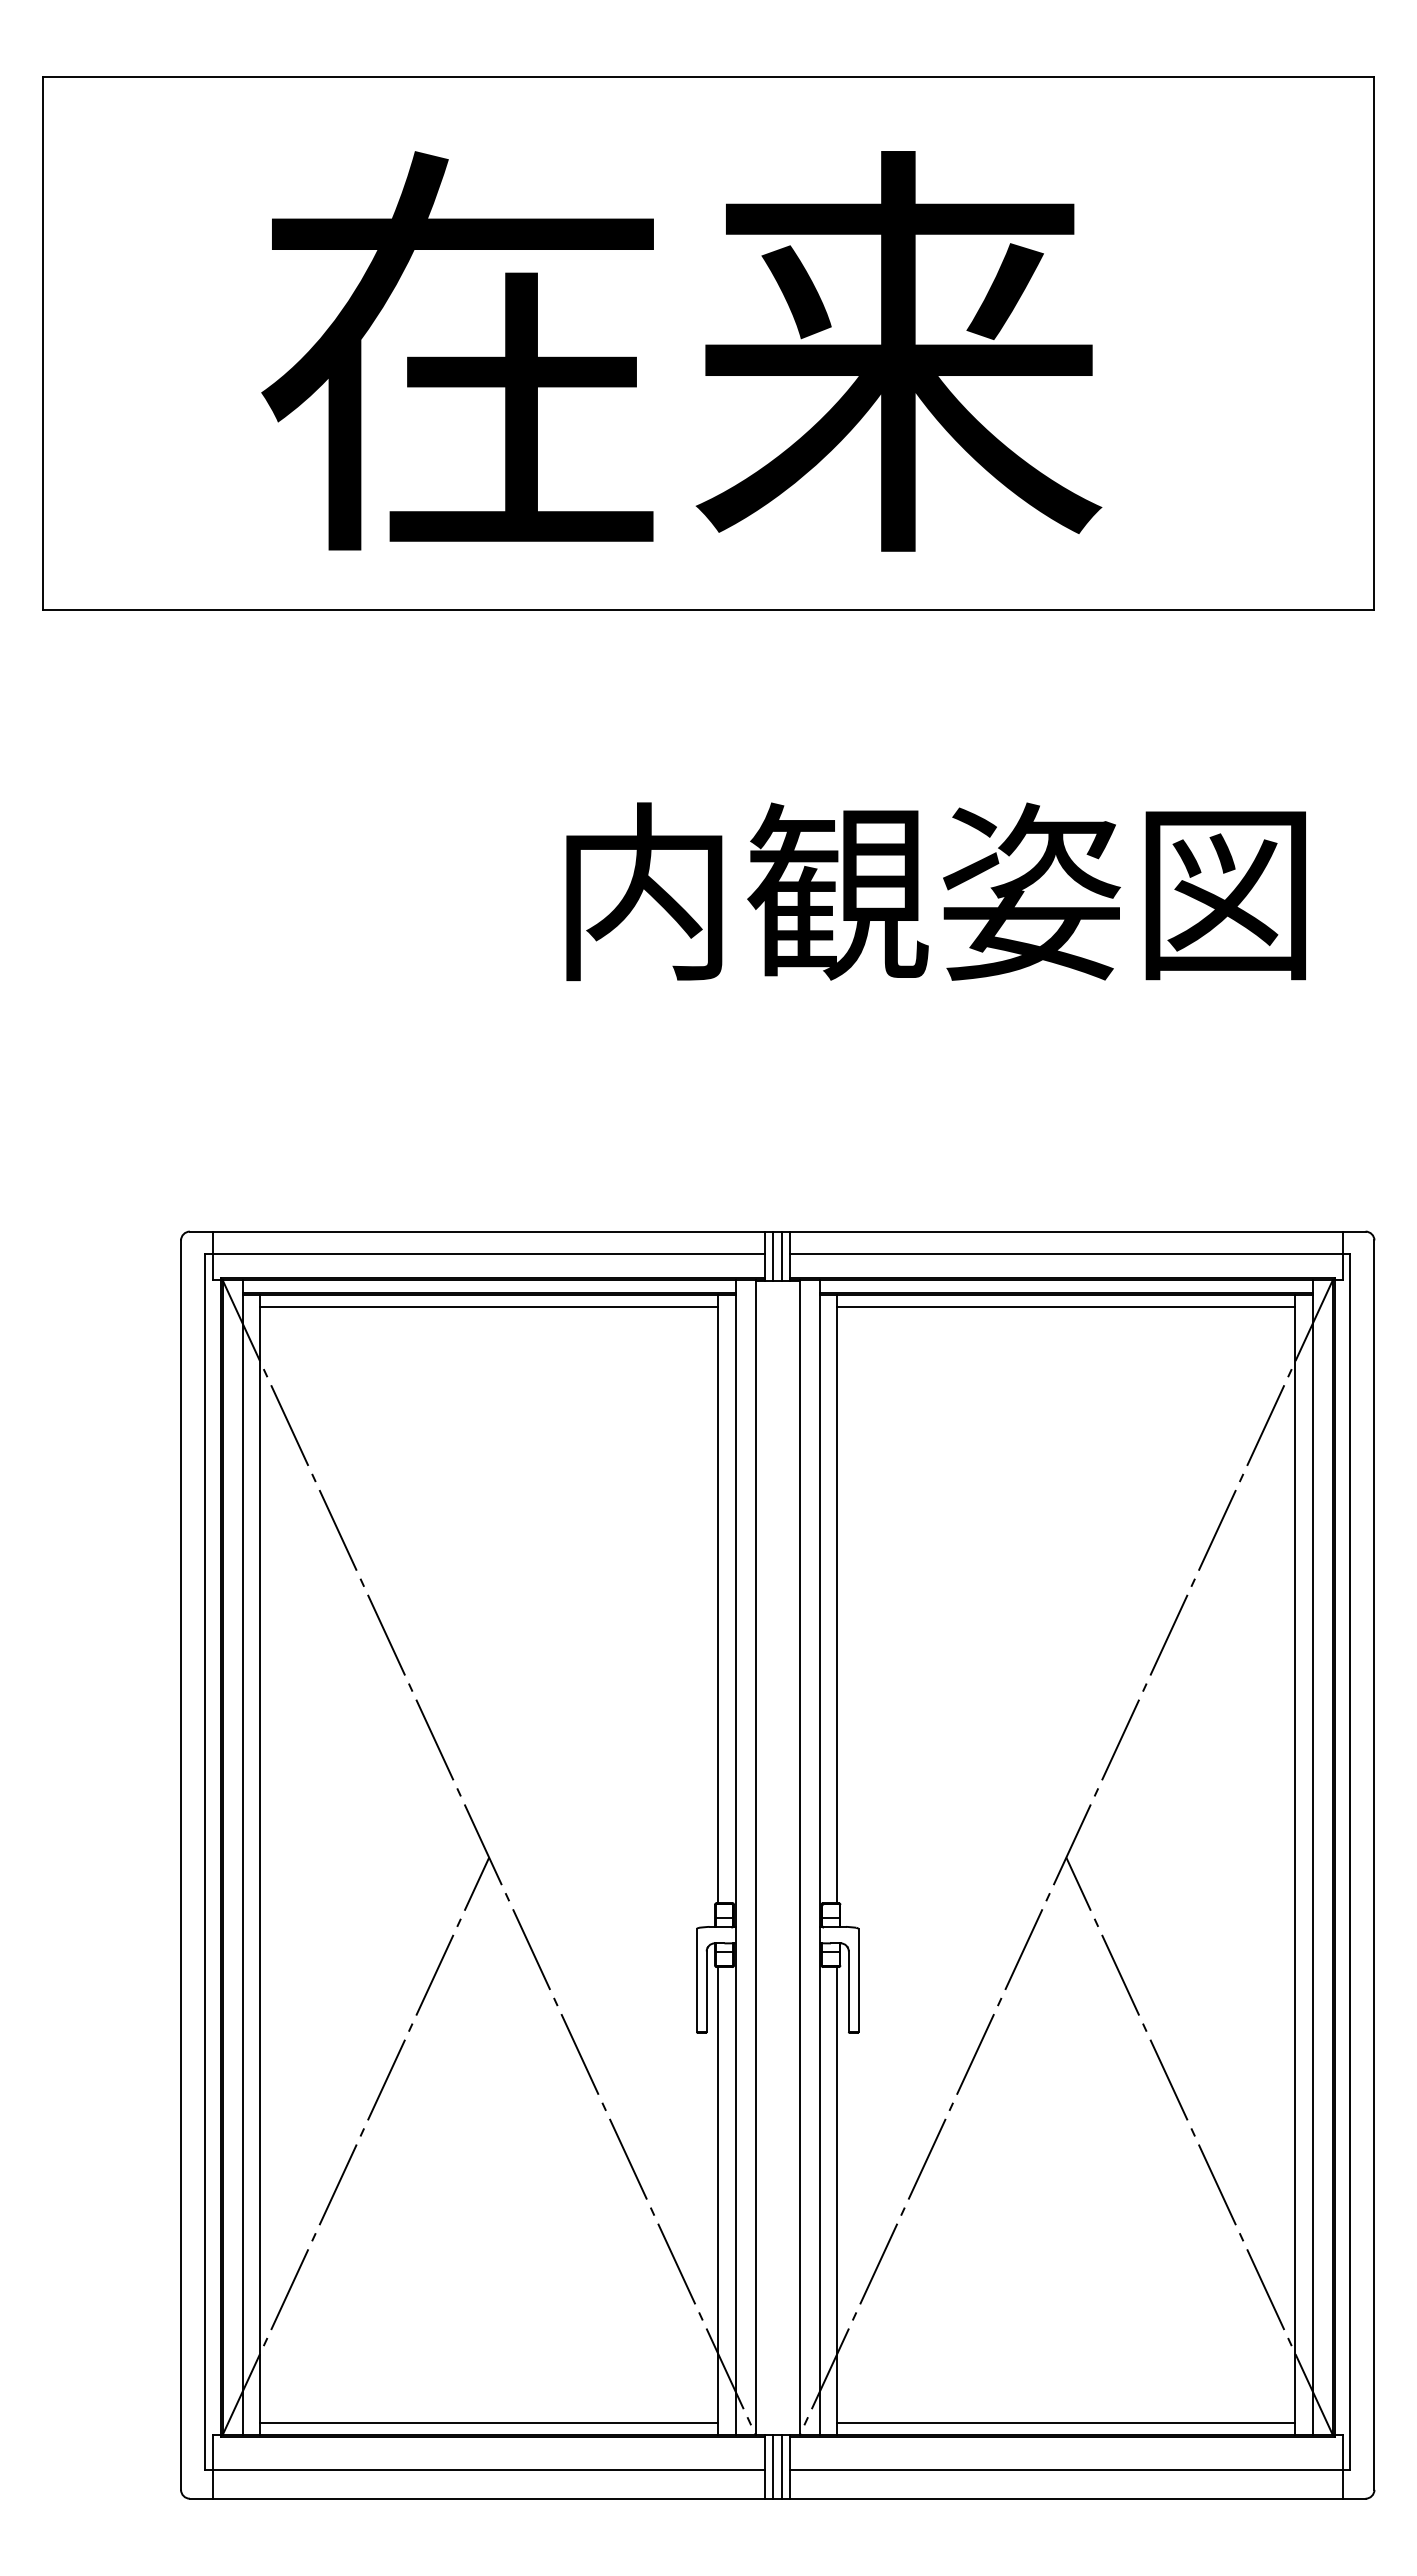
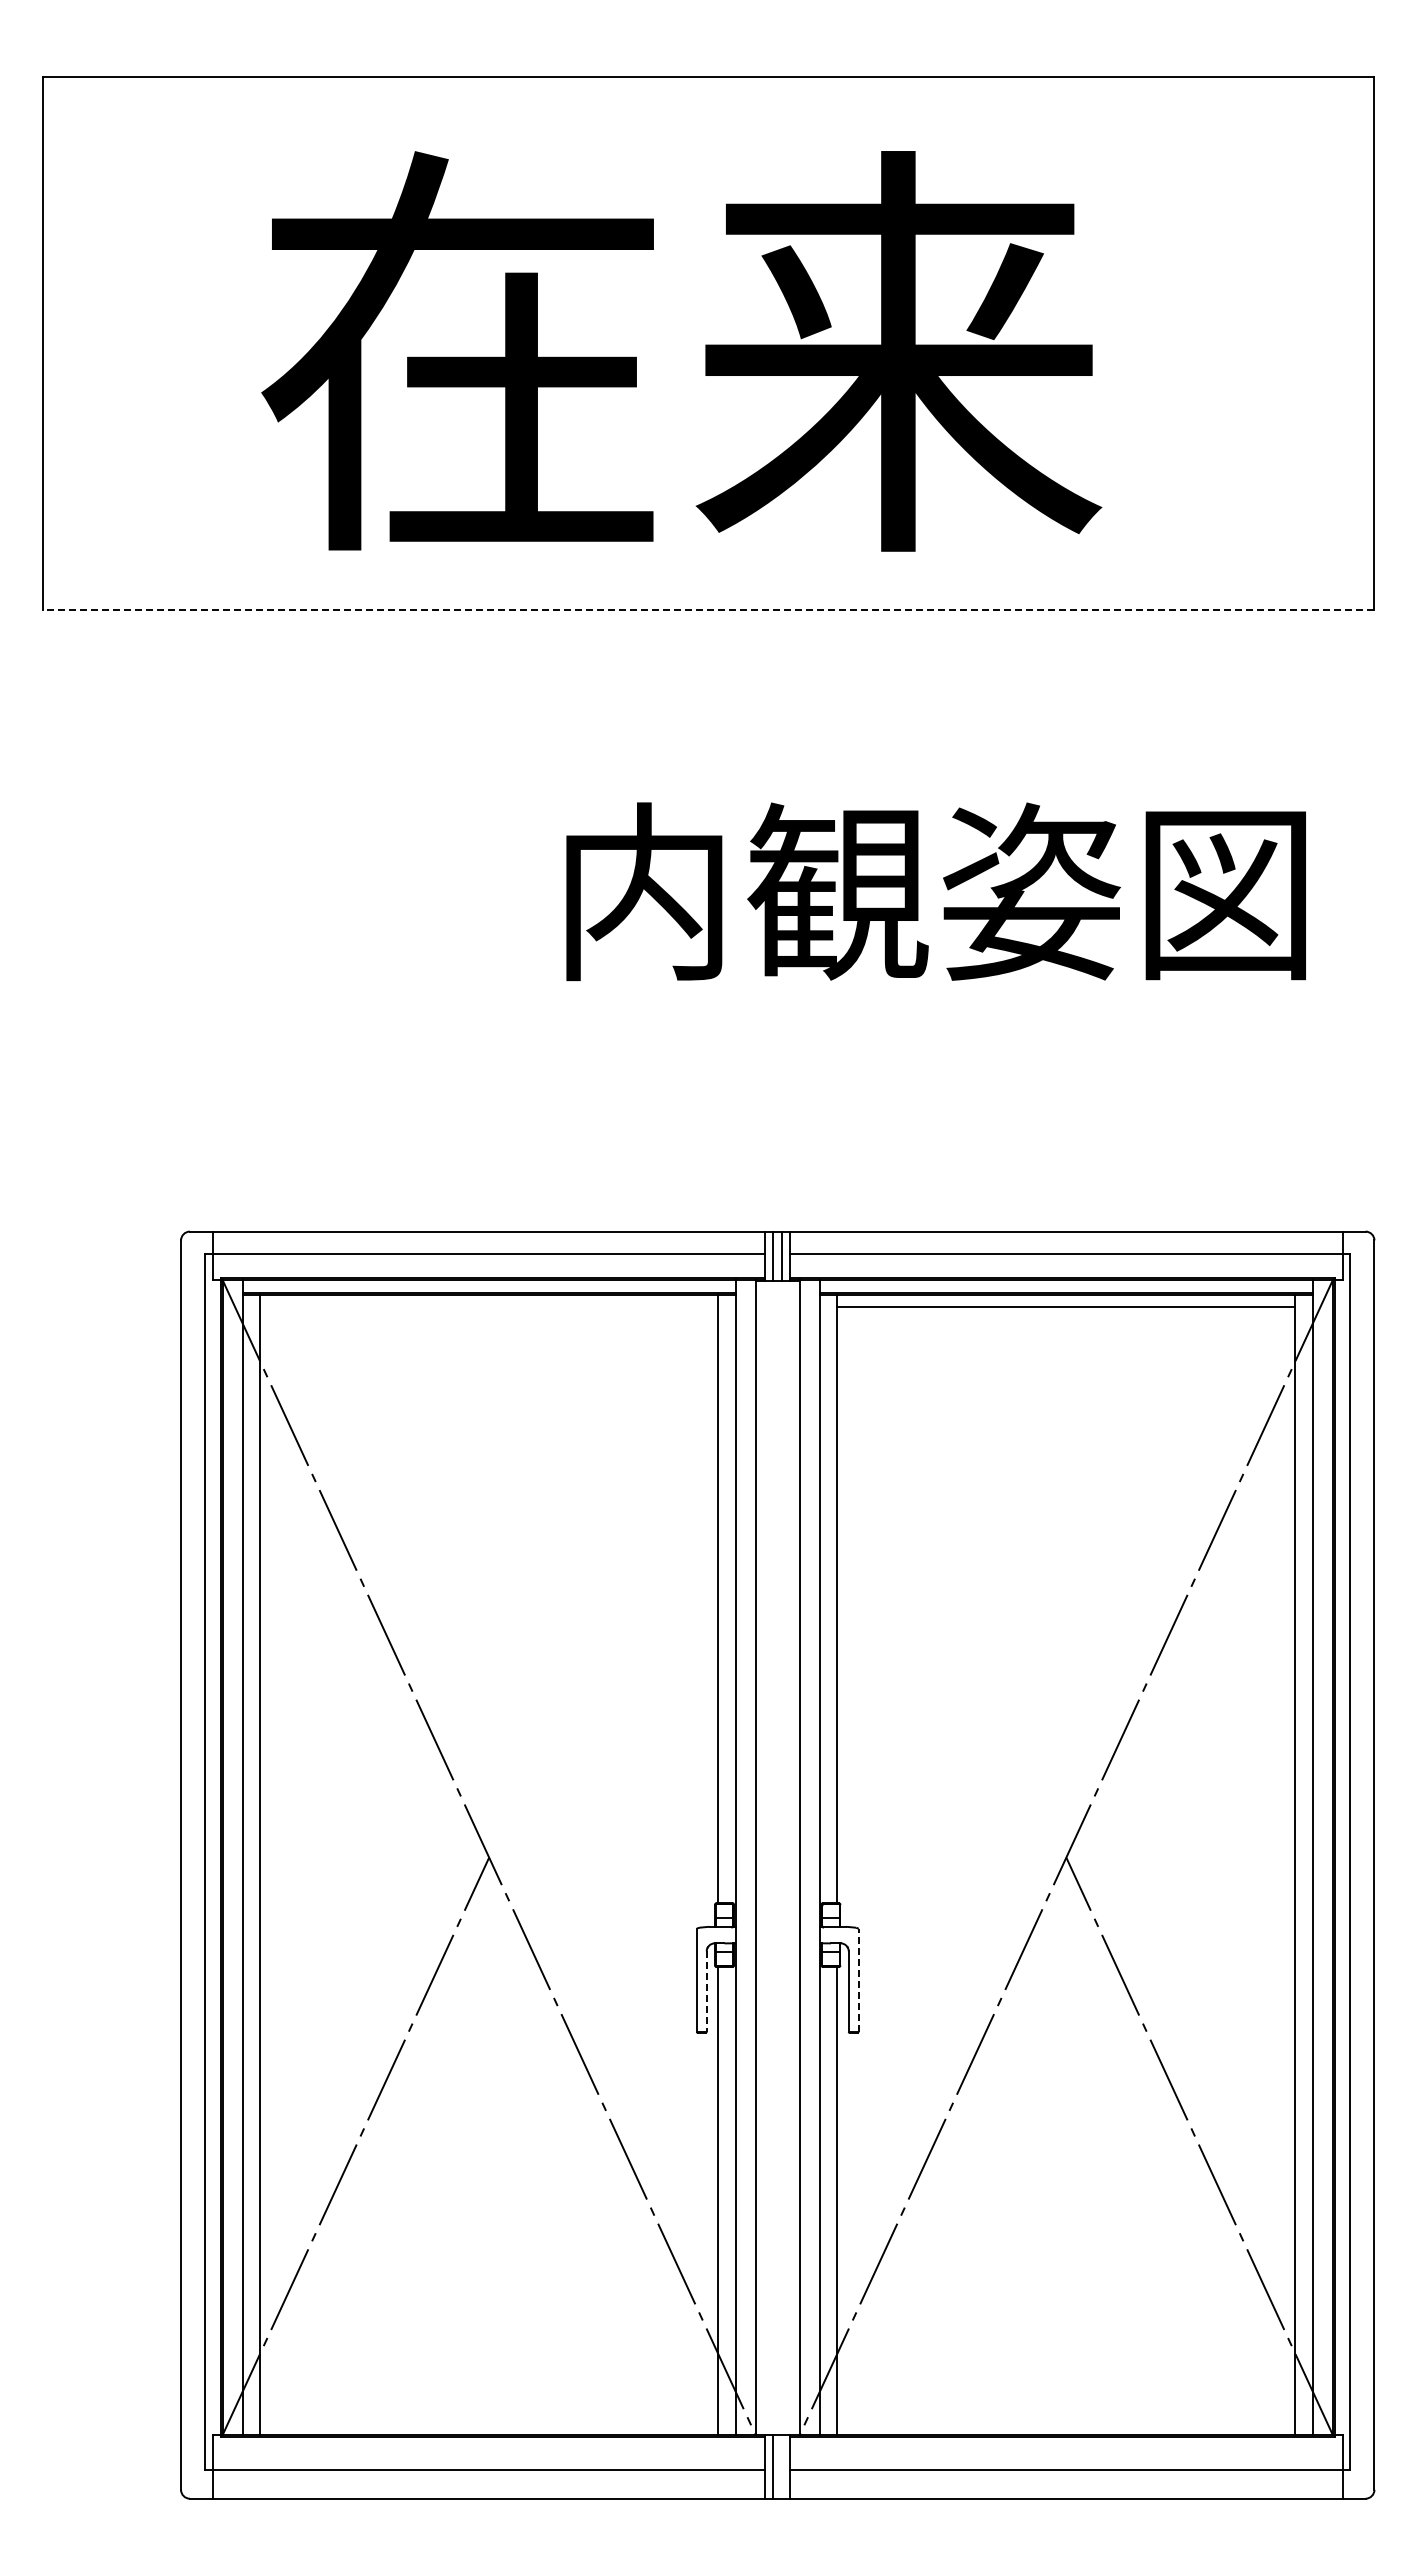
line at (708, 610): solid -> dashed
line at (489, 1307): present -> none
line at (858, 1980): solid -> dashed
line at (706, 1992): solid -> dashed
line at (489, 2422): present -> none
line at (1066, 2422): present -> none
line at (782, 2466): present -> none
